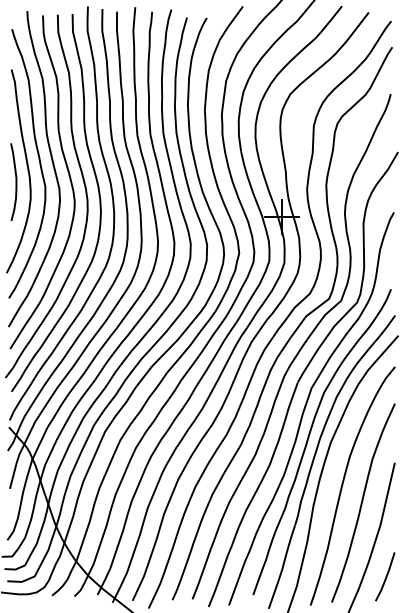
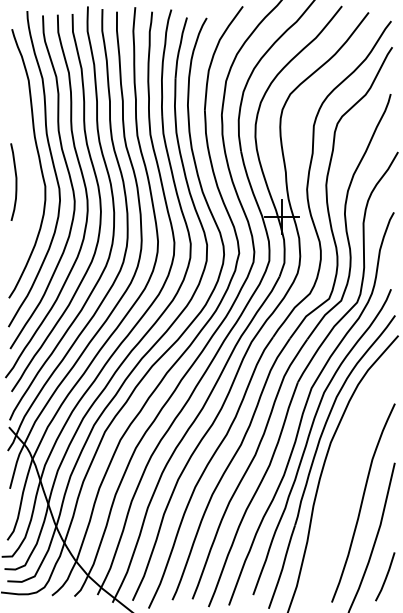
curve at (27, 171): present -> none
curve at (344, 481): present -> none
